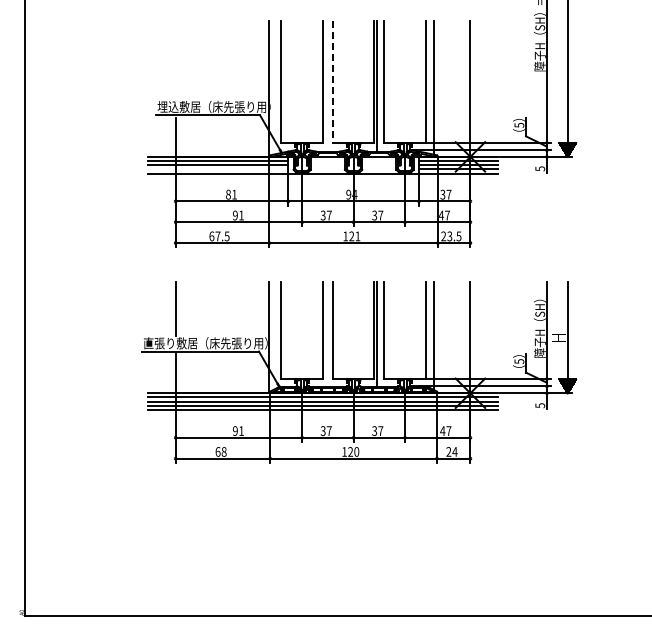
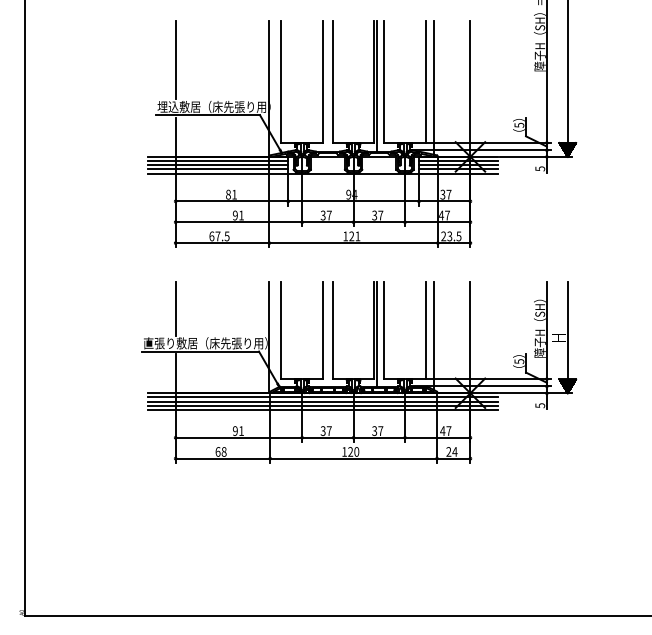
line at (175, 59): none -> present
line at (332, 82): dashed -> solid
line at (217, 169): none -> present
